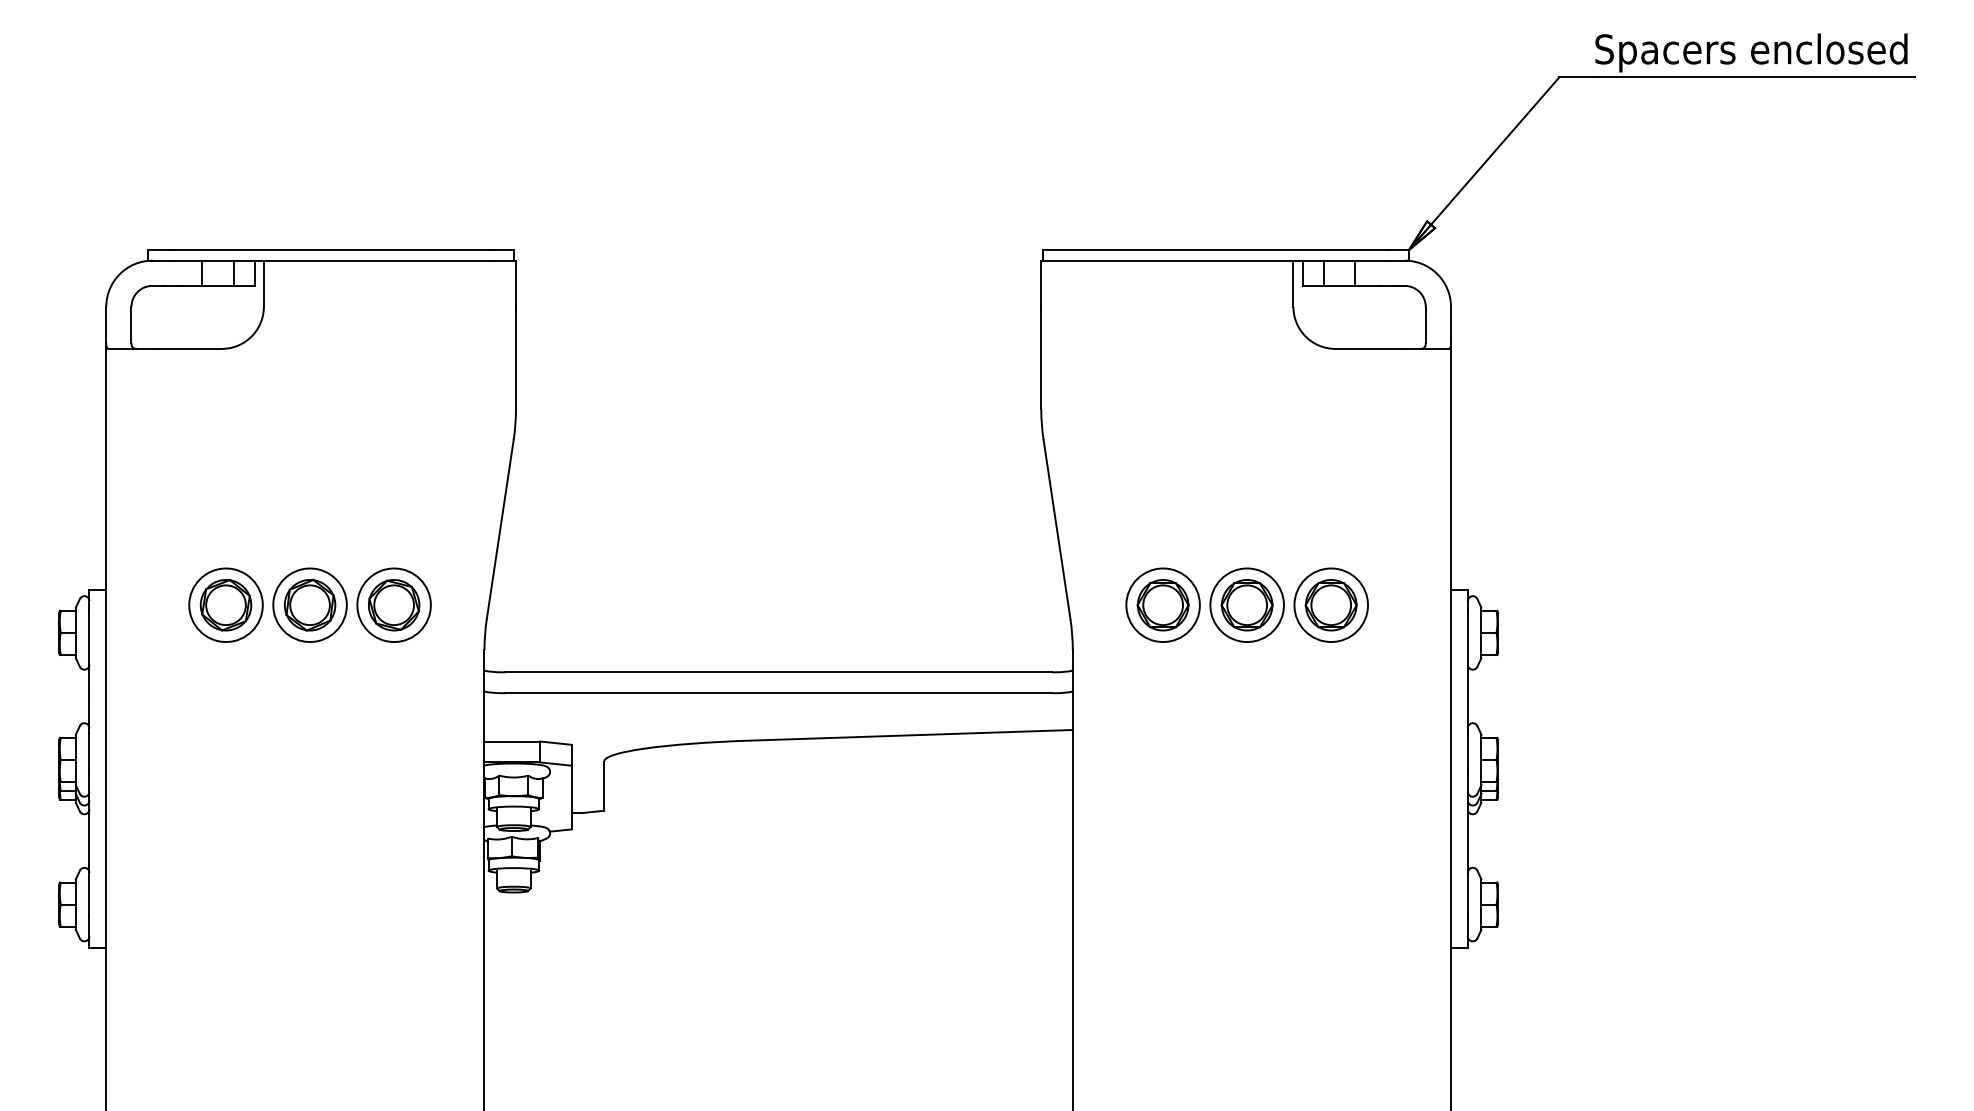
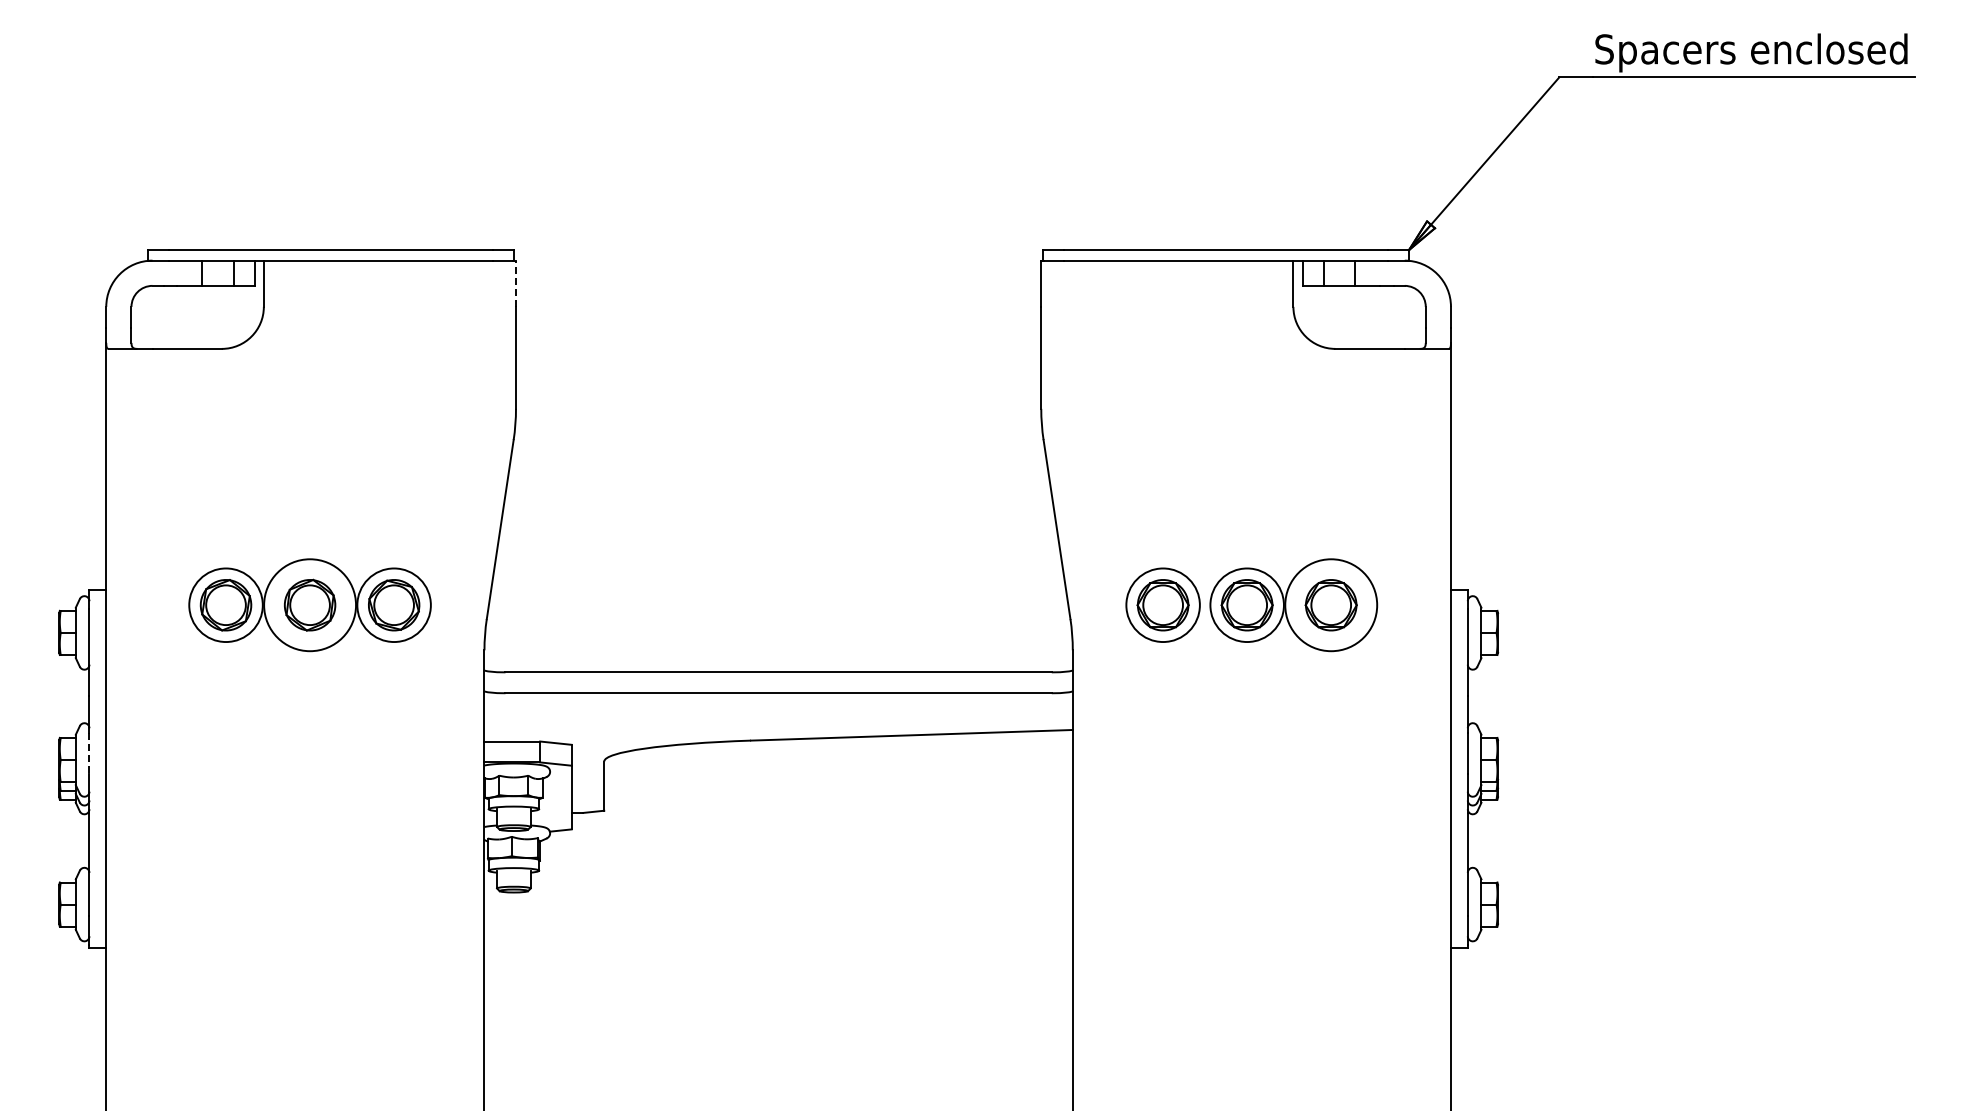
line at (516, 283): solid -> dashed
circle at (309, 605) diameter: 74 px -> 92 px
circle at (1331, 605) diameter: 74 px -> 92 px
line at (89, 753): solid -> dashed
